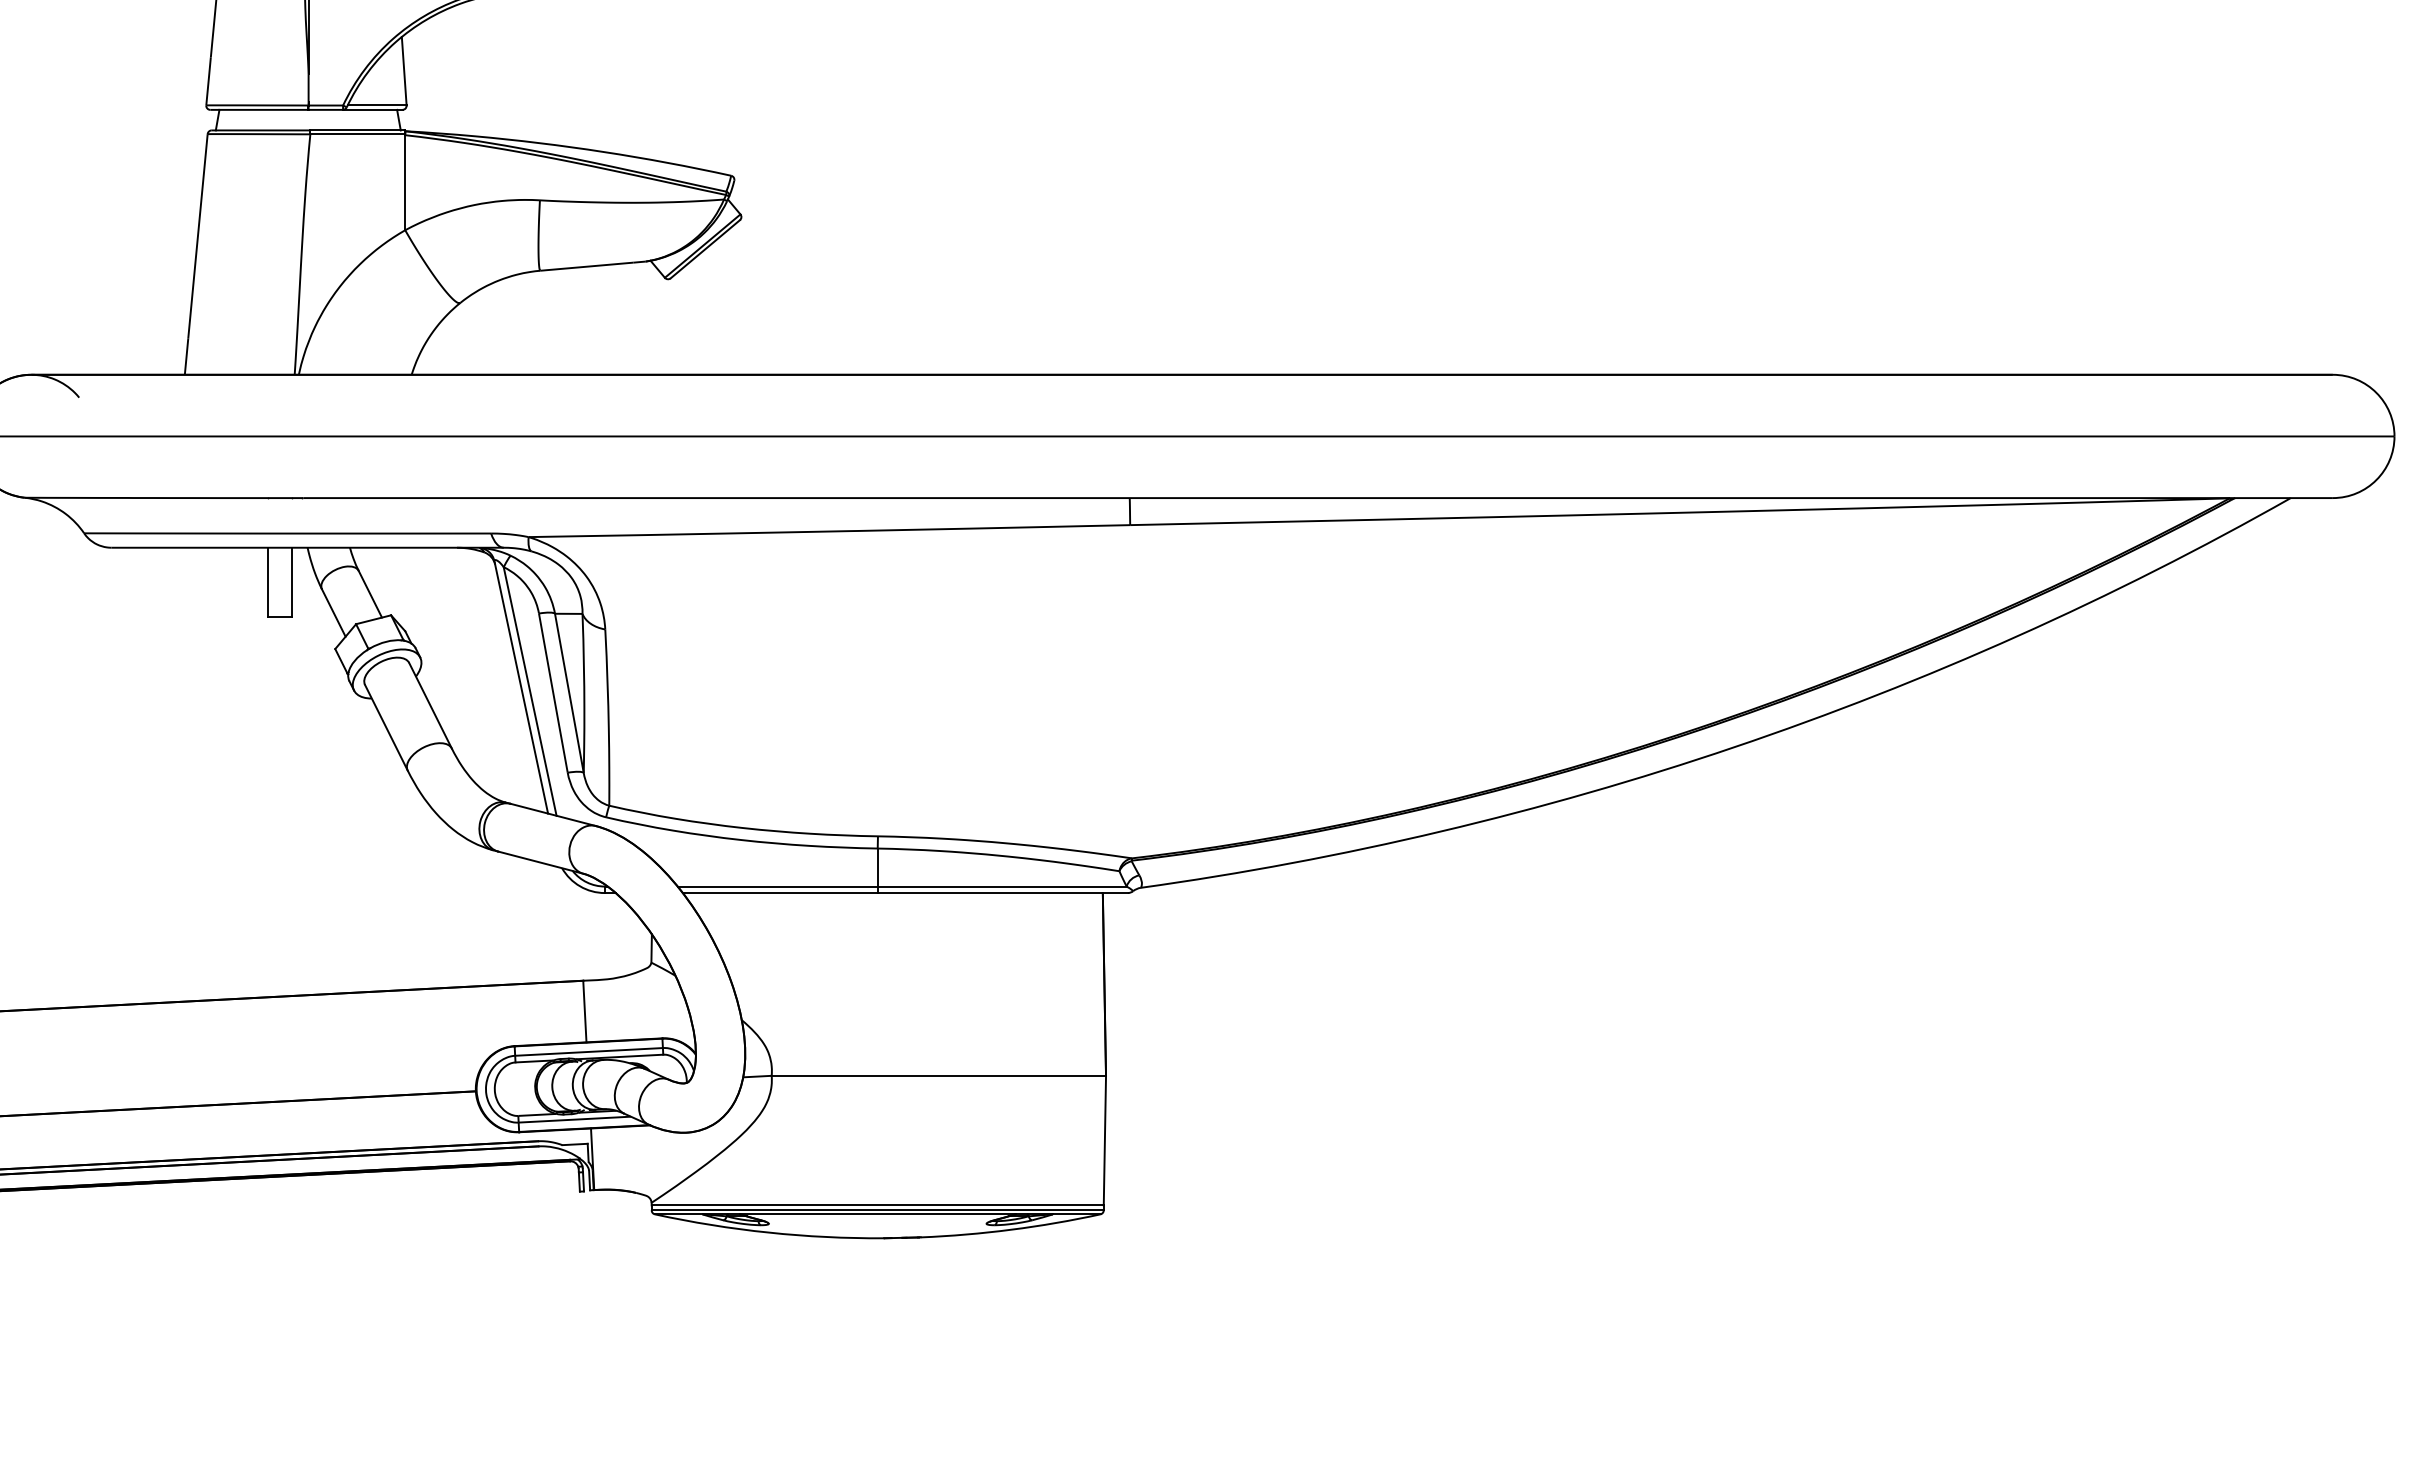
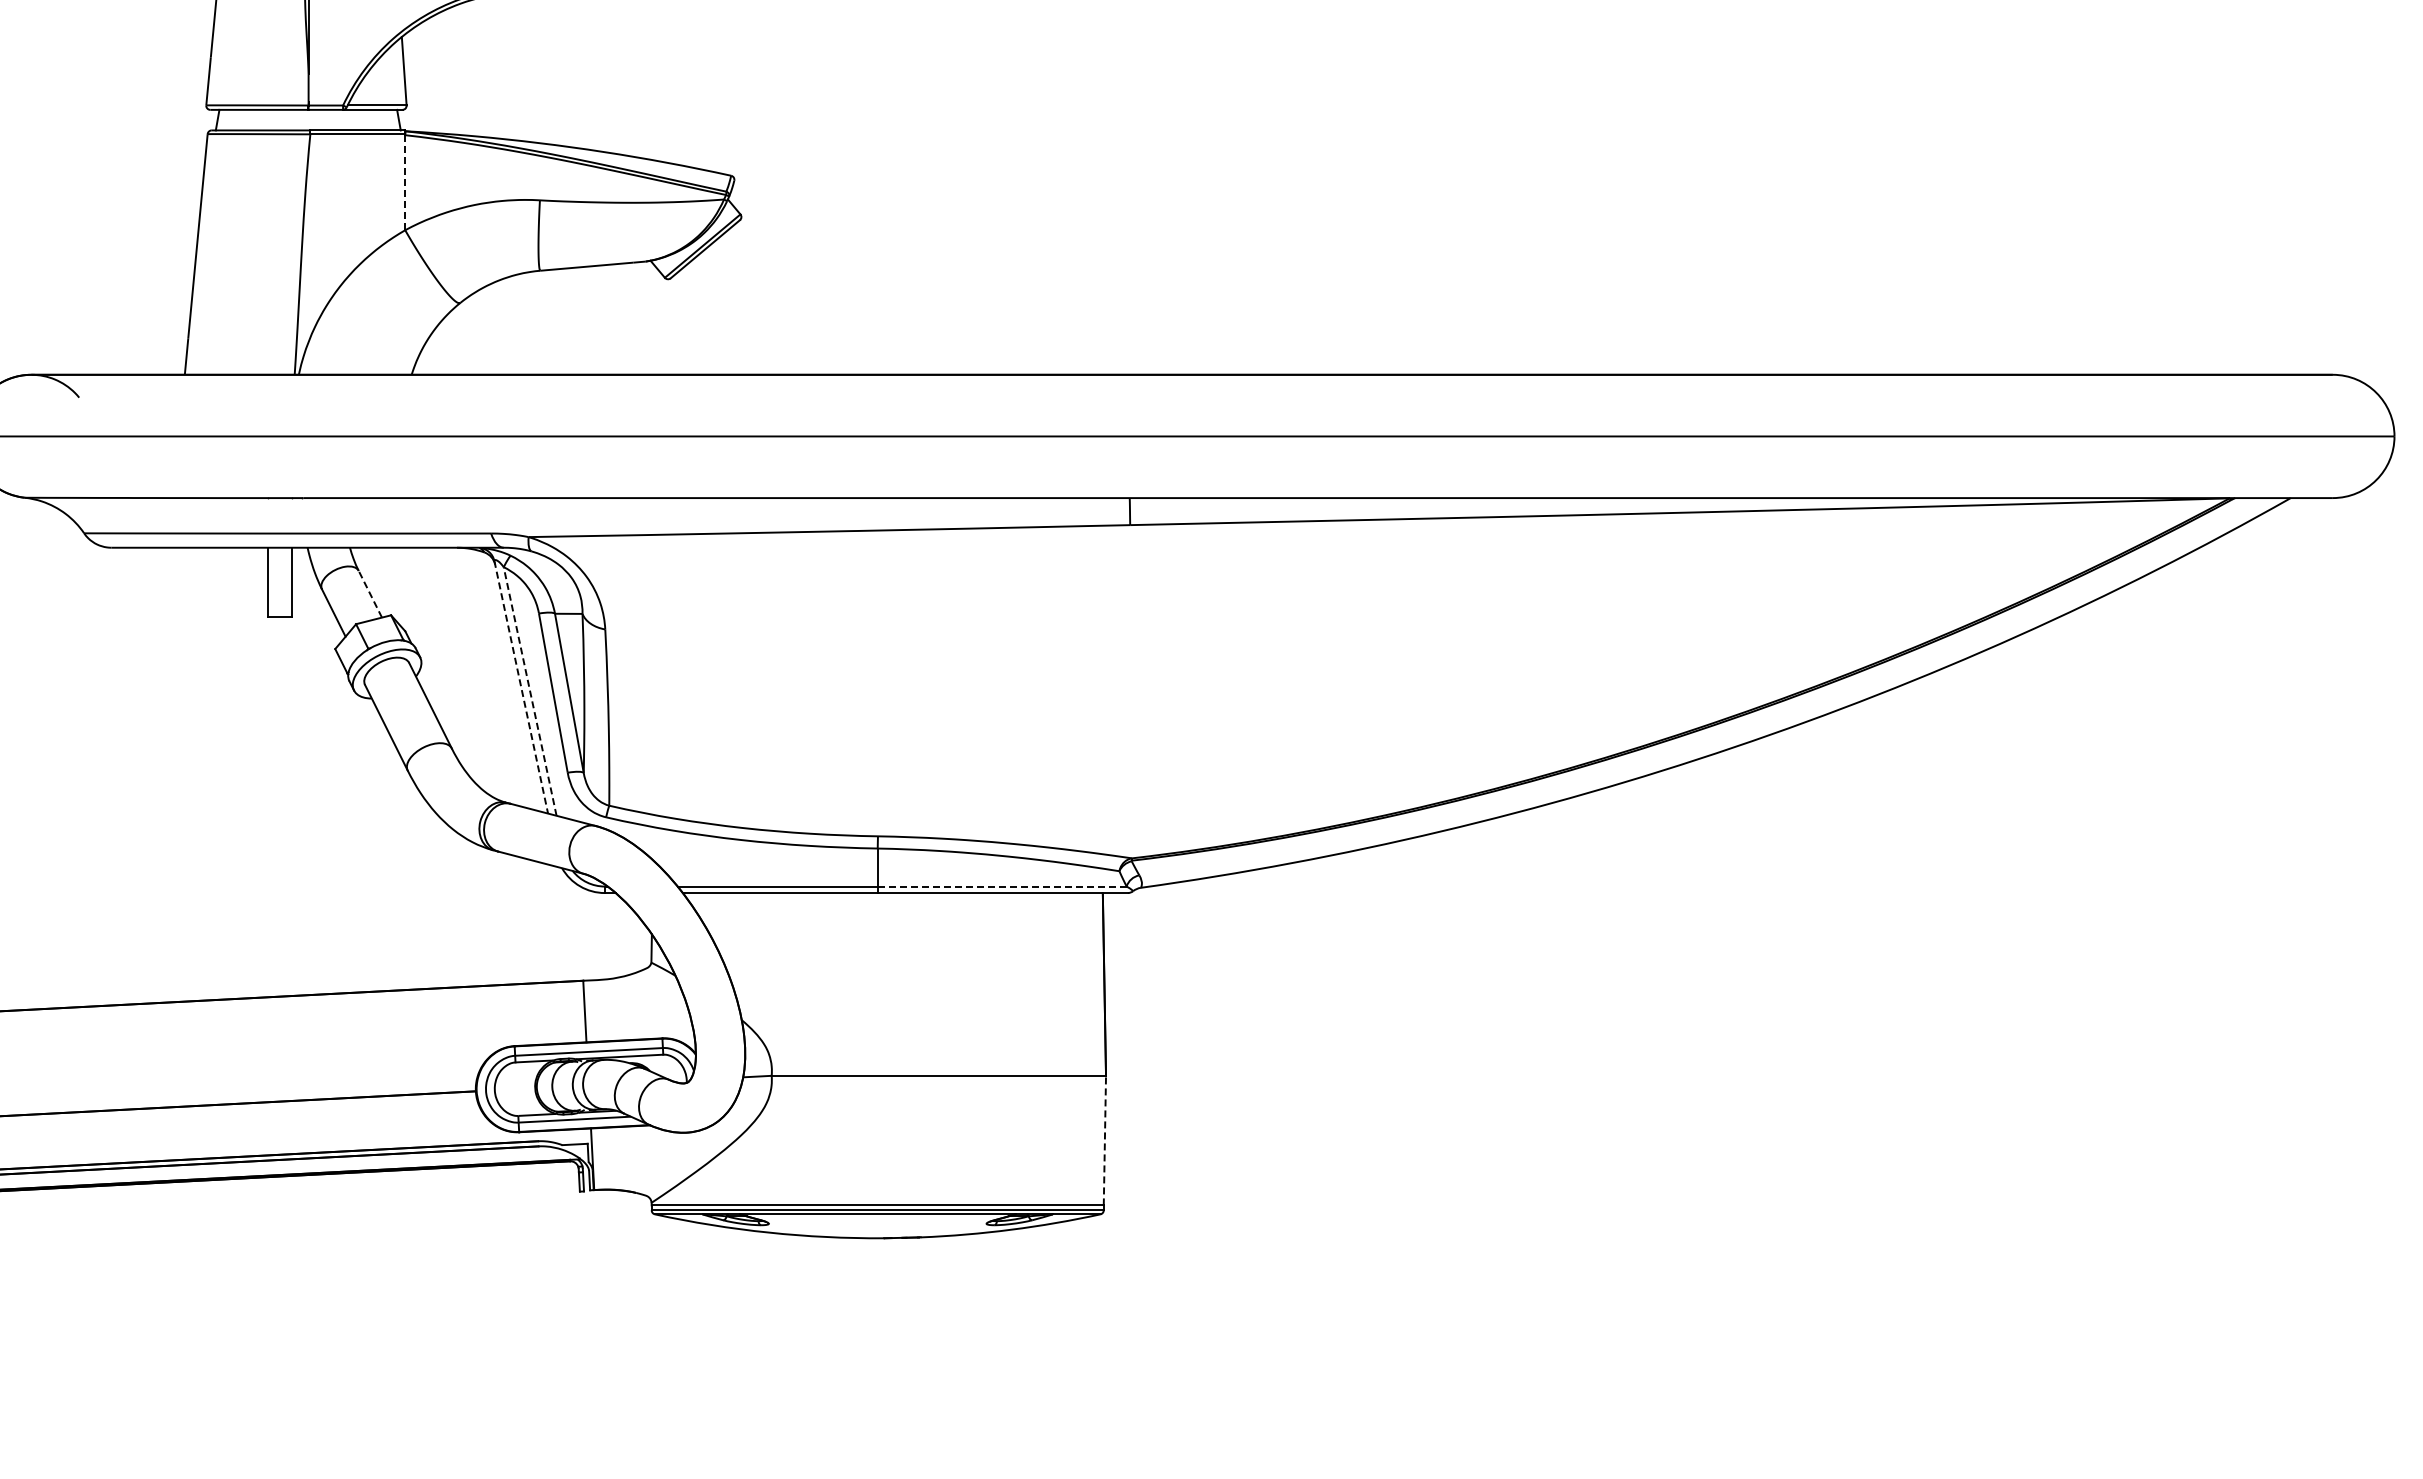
line at (405, 182): solid -> dashed
line at (370, 593): solid -> dashed
line at (521, 687): solid -> dashed
line at (530, 691): solid -> dashed
line at (1002, 886): solid -> dashed
line at (1104, 1140): solid -> dashed
